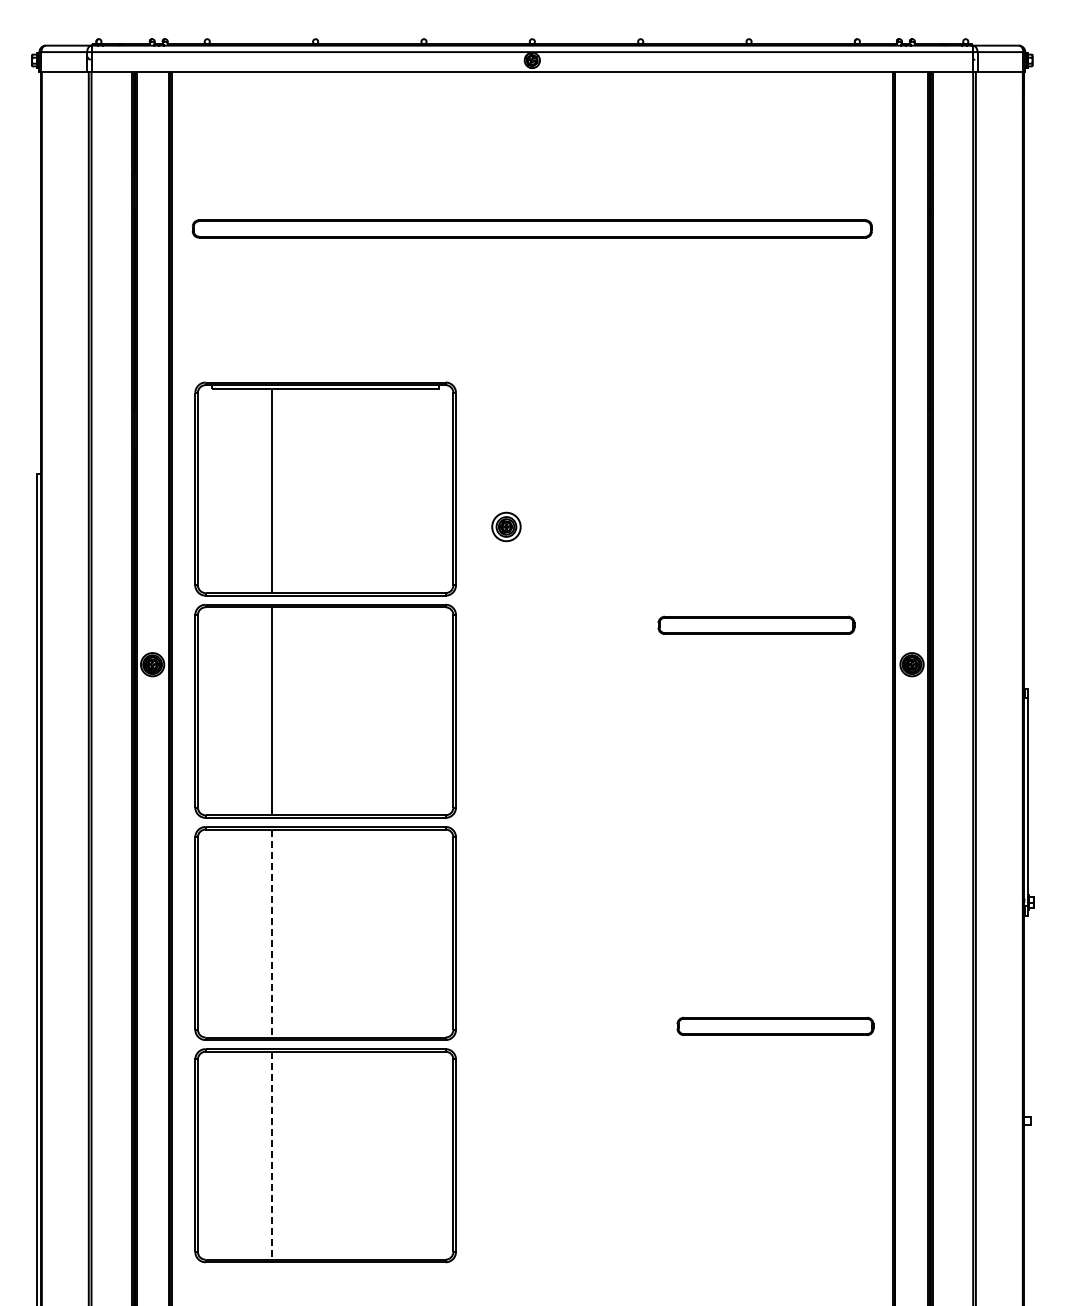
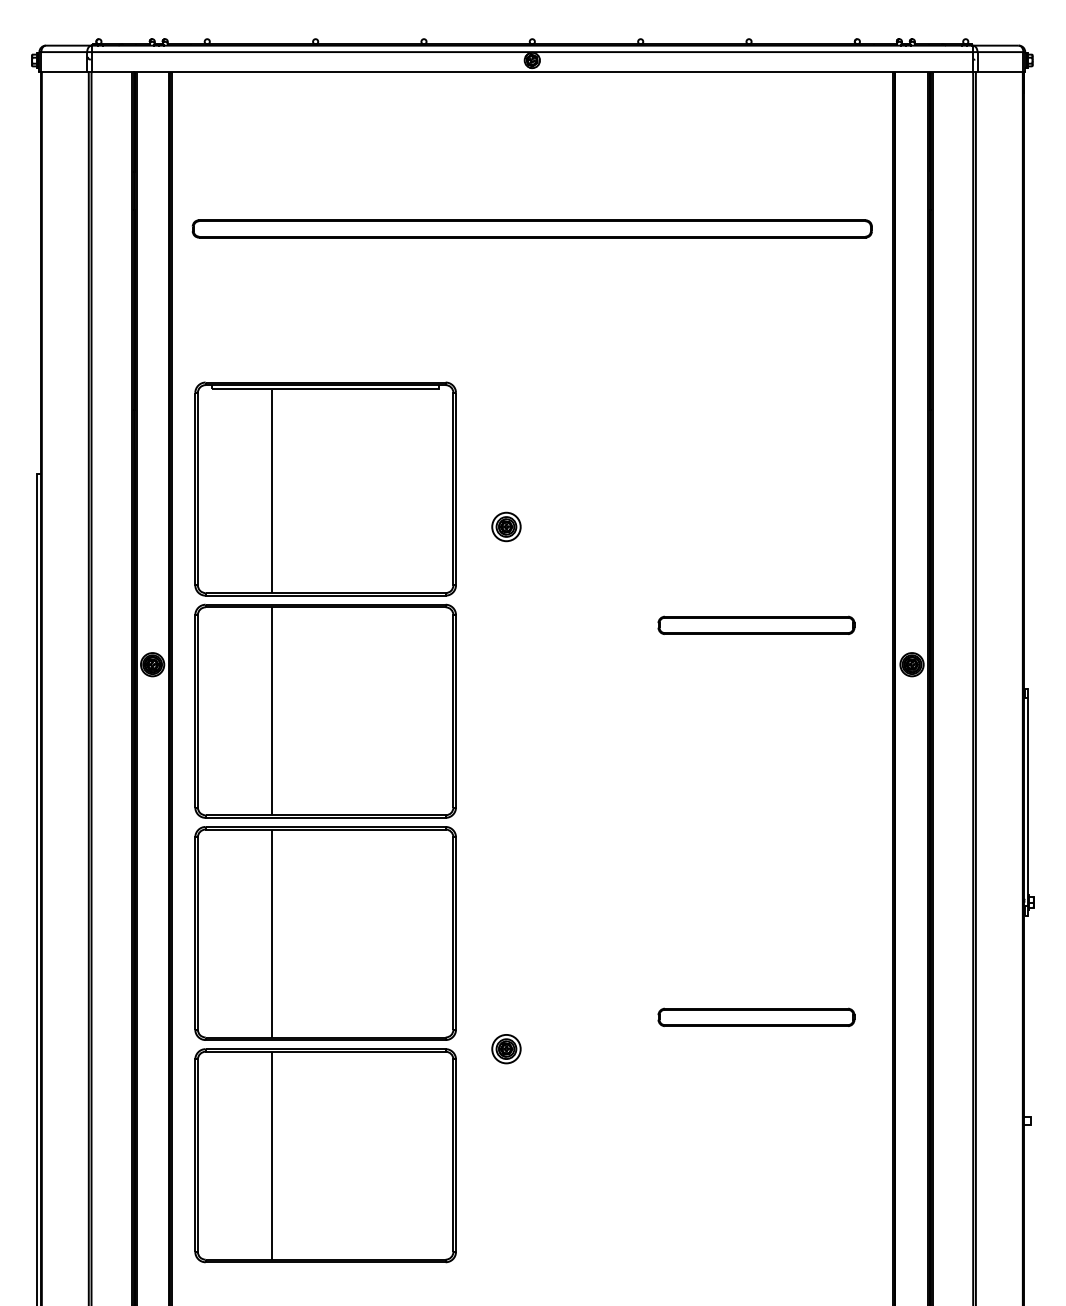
line at (272, 933): dashed -> solid
part at (775, 1025) position: (775, 1025) -> (756, 1016)
part at (506, 1049): none -> present
line at (272, 1155): dashed -> solid
